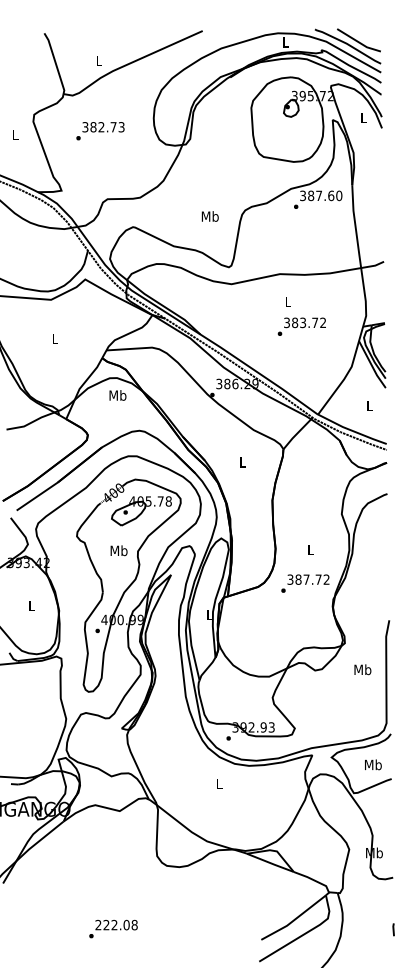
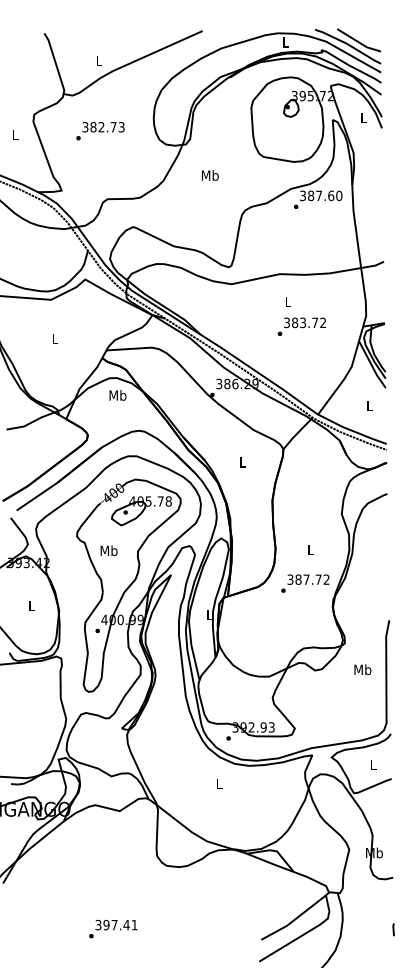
text at (209, 216) position: (209, 216) -> (209, 175)
text at (118, 550) position: (118, 550) -> (108, 550)
text at (373, 764): Mb -> L
text at (116, 924): 222.08 -> 397.41
